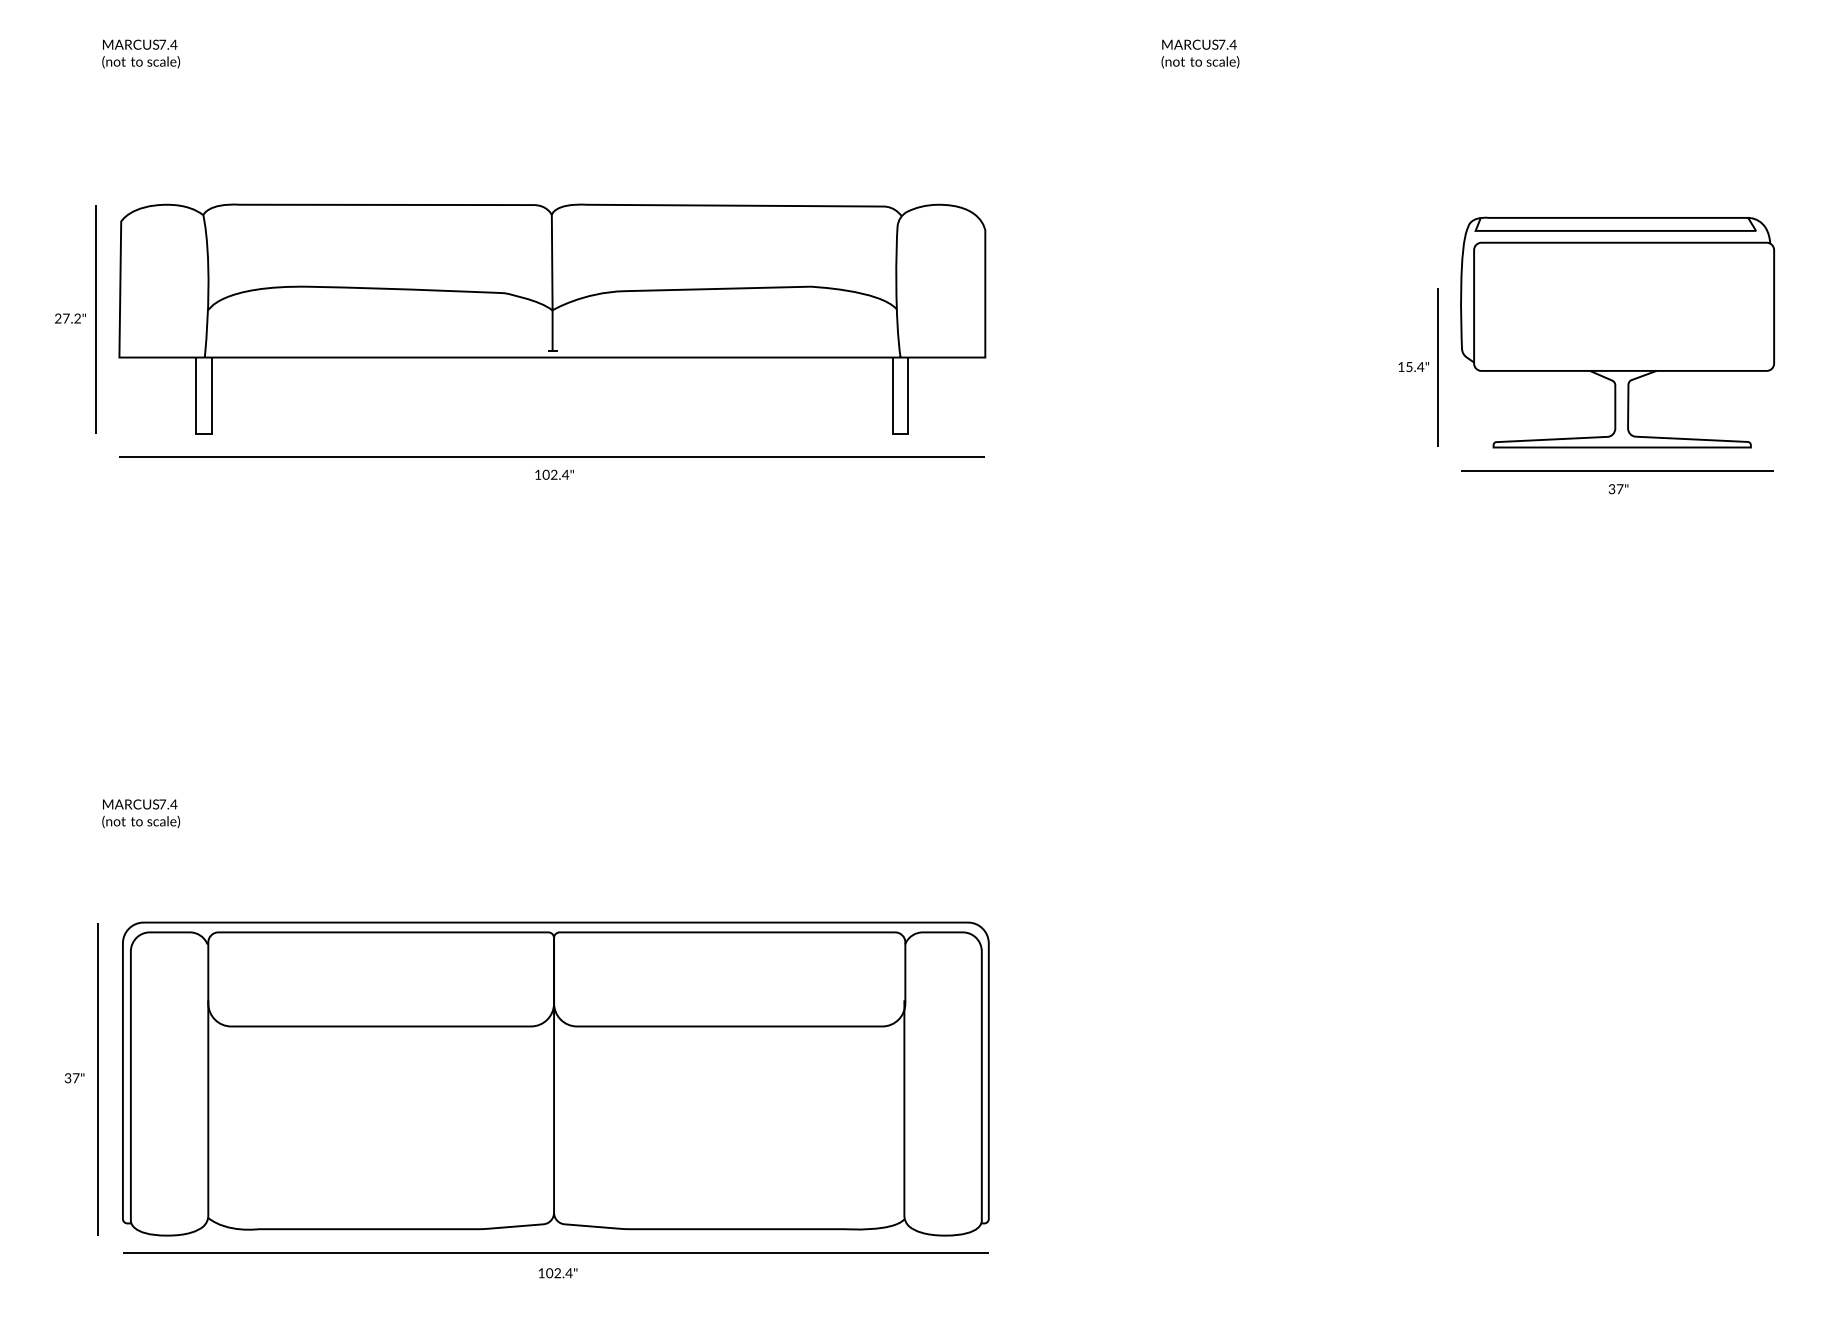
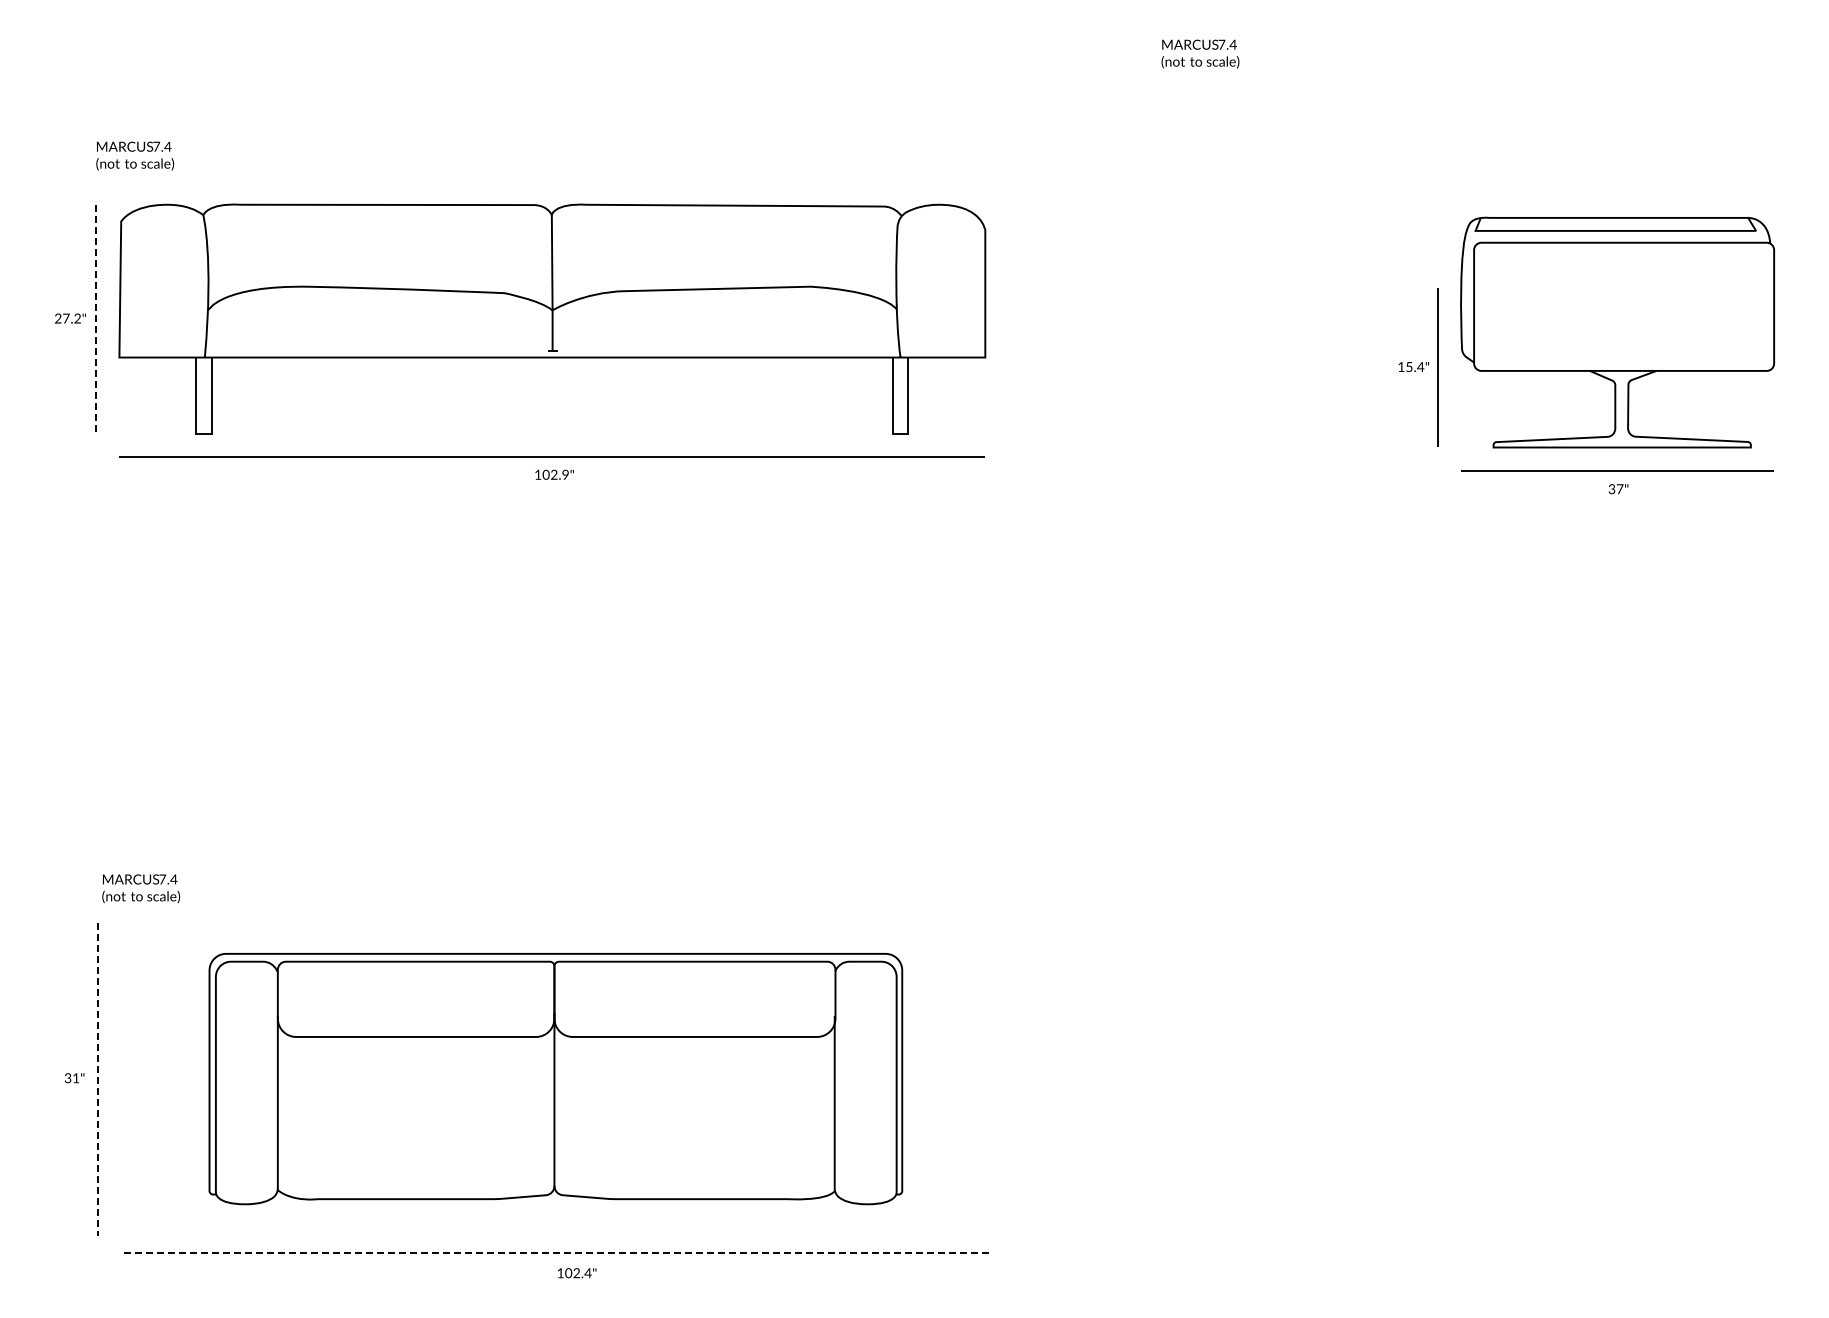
text at (141, 53) position: (141, 53) -> (135, 155)
line at (95, 319): solid -> dashed
text at (565, 474): 102.4" -> 102.9"
text at (141, 813) position: (141, 813) -> (141, 888)
text at (76, 1078): 37" -> 31"
part at (555, 1078) size: 868x316 px -> 696x253 px
line at (97, 1079): solid -> dashed
line at (555, 1253): solid -> dashed
text at (558, 1273) position: (558, 1273) -> (577, 1273)
